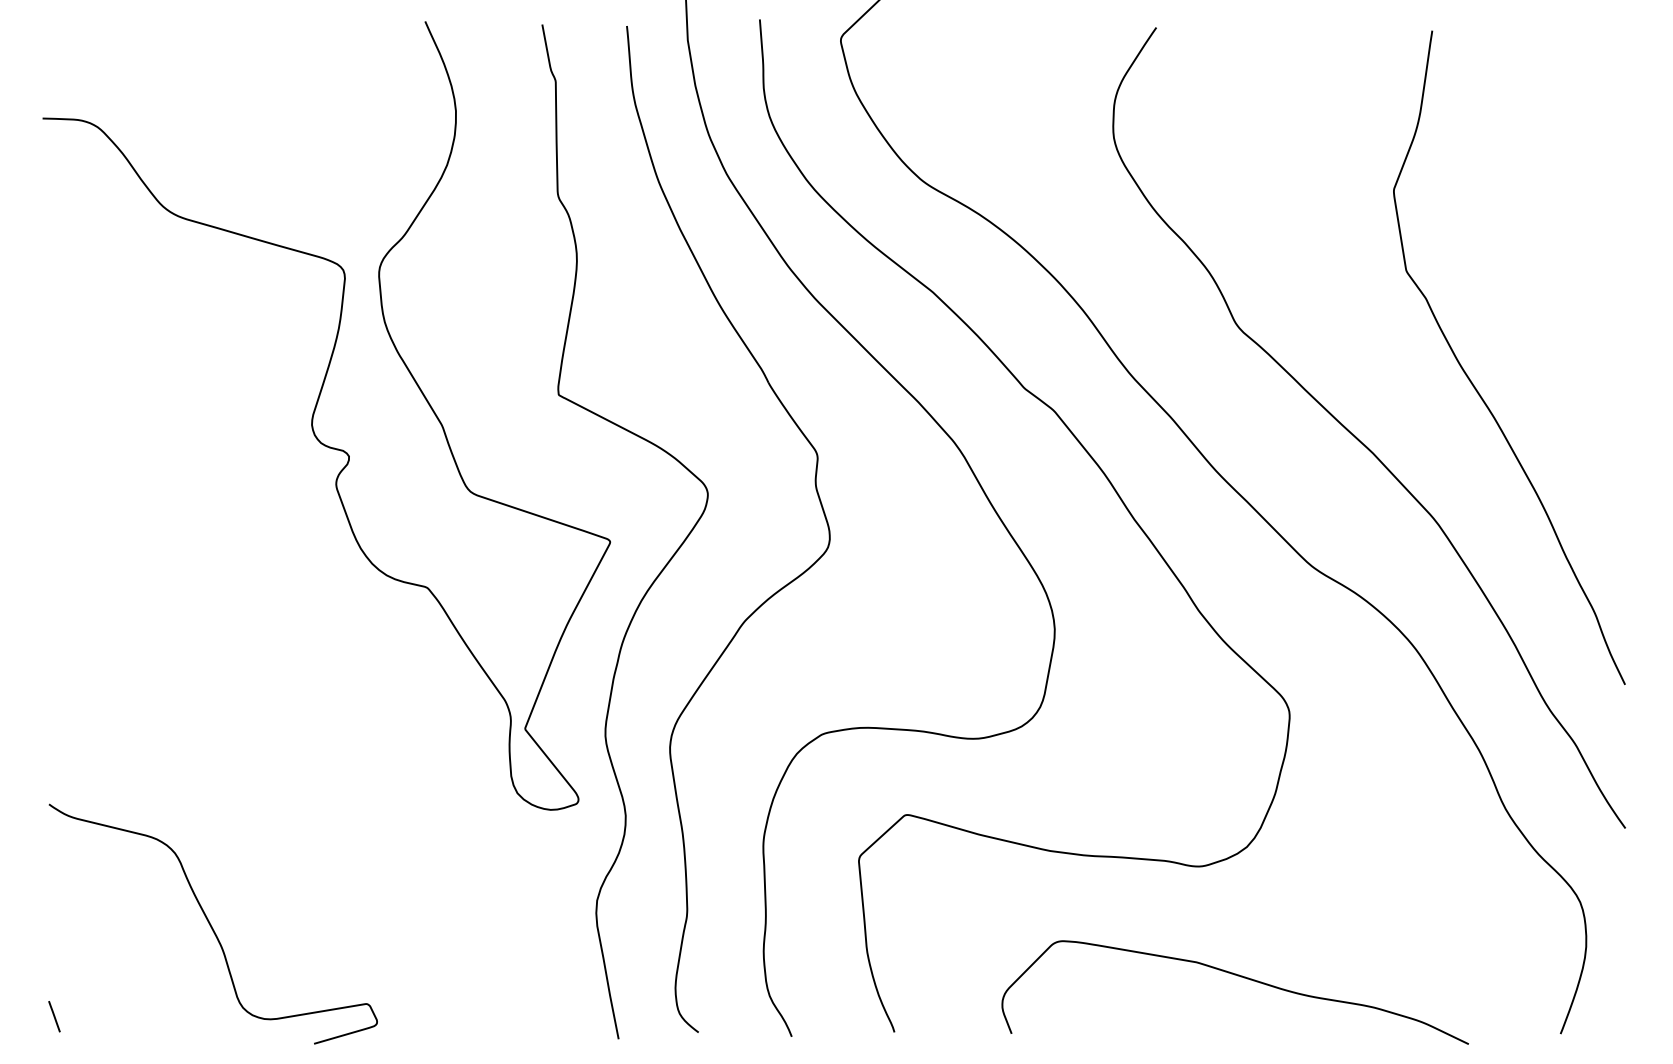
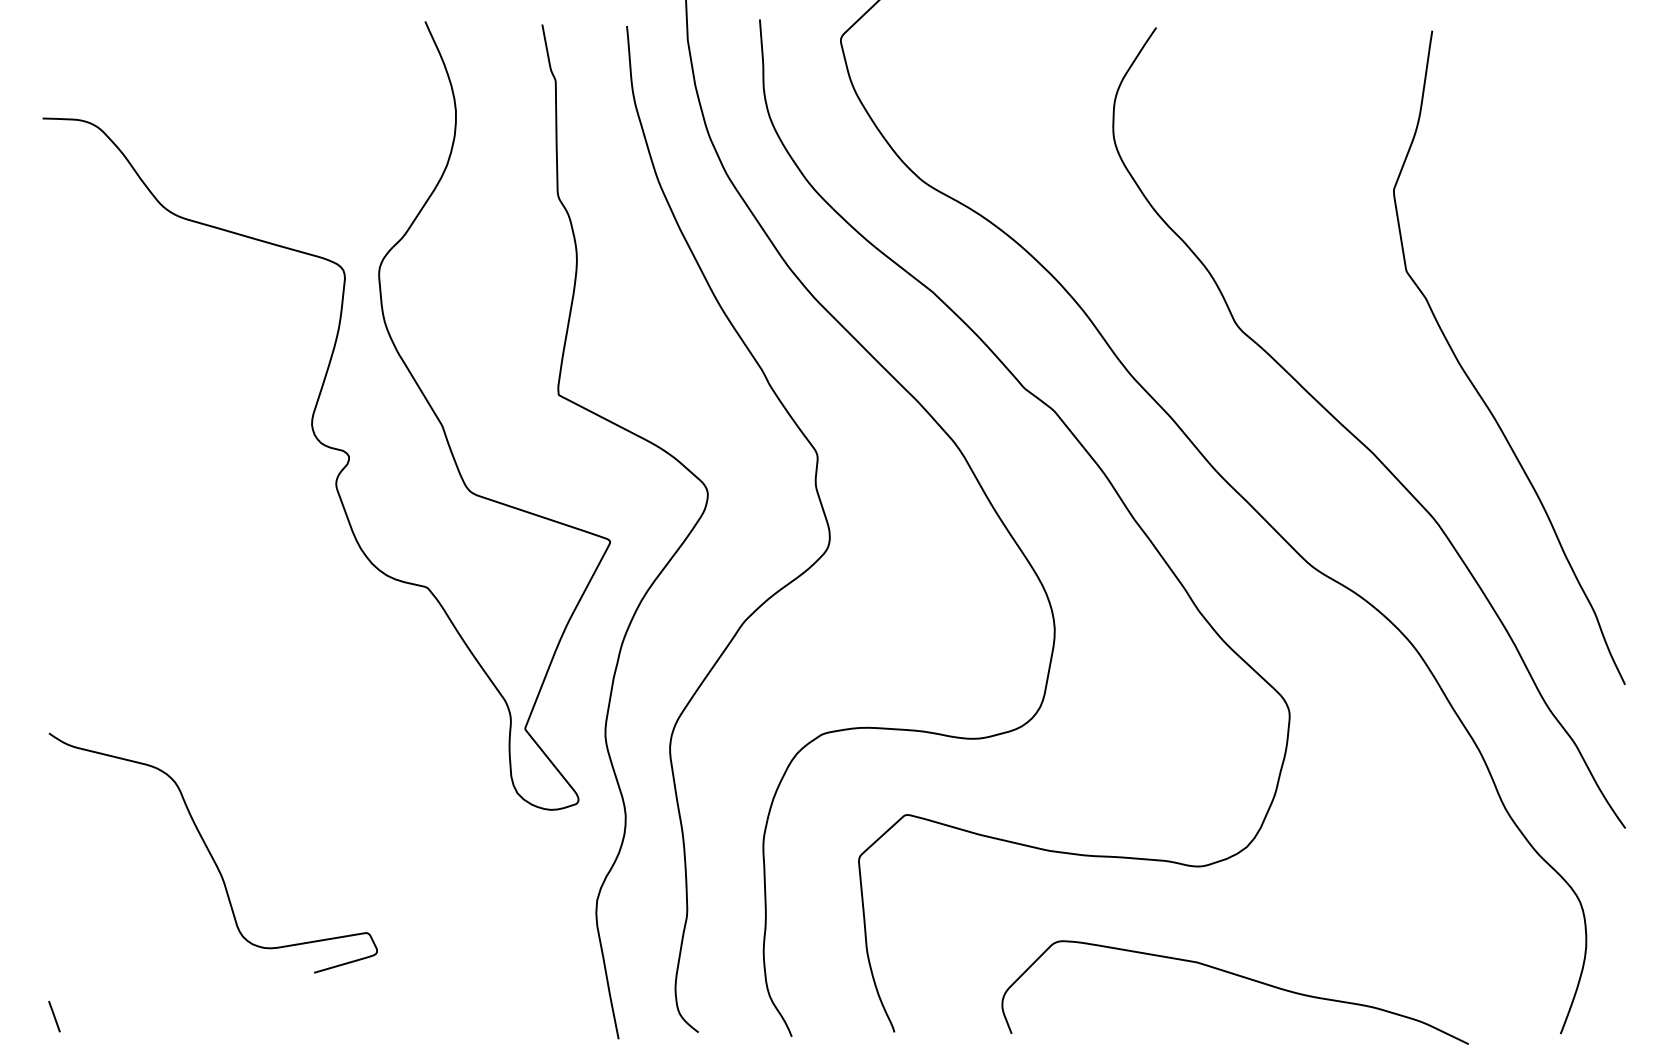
curve at (211, 924) position: (211, 924) -> (211, 853)
